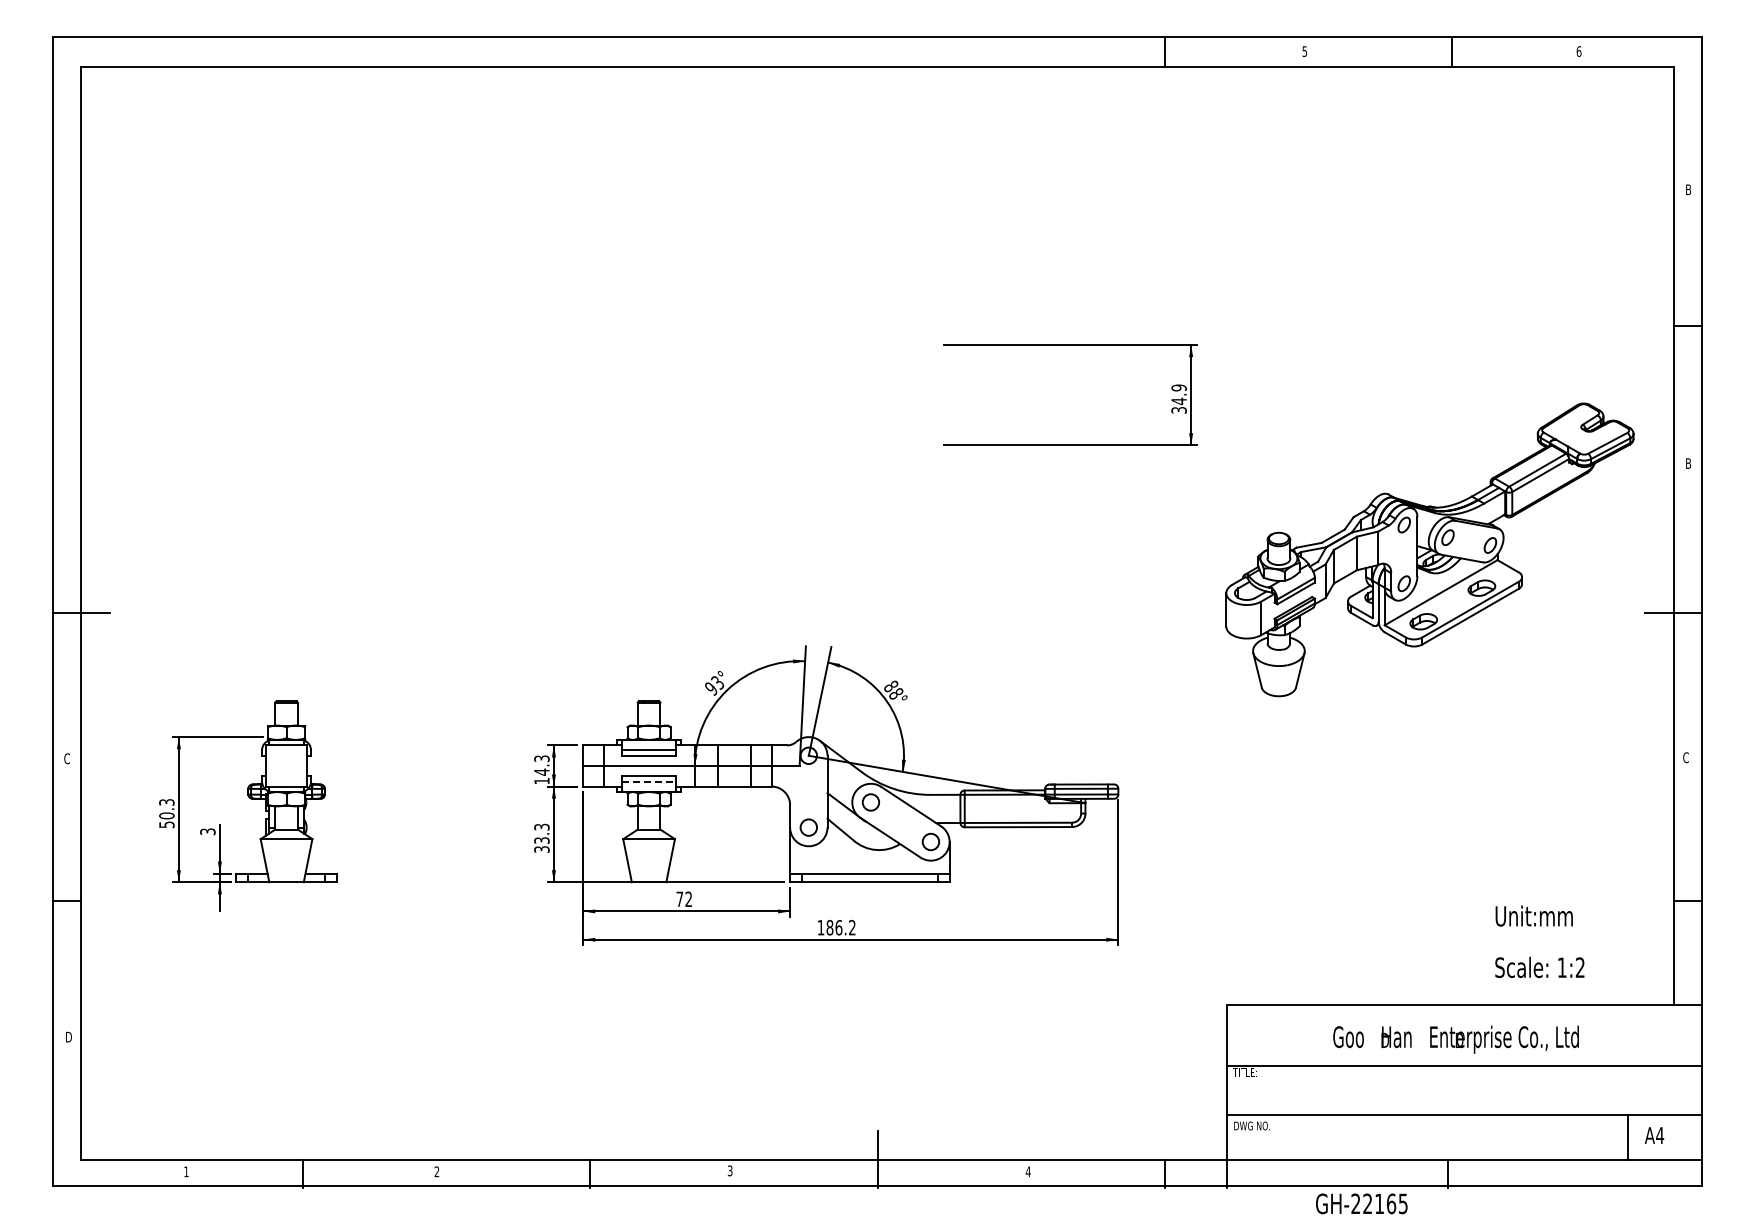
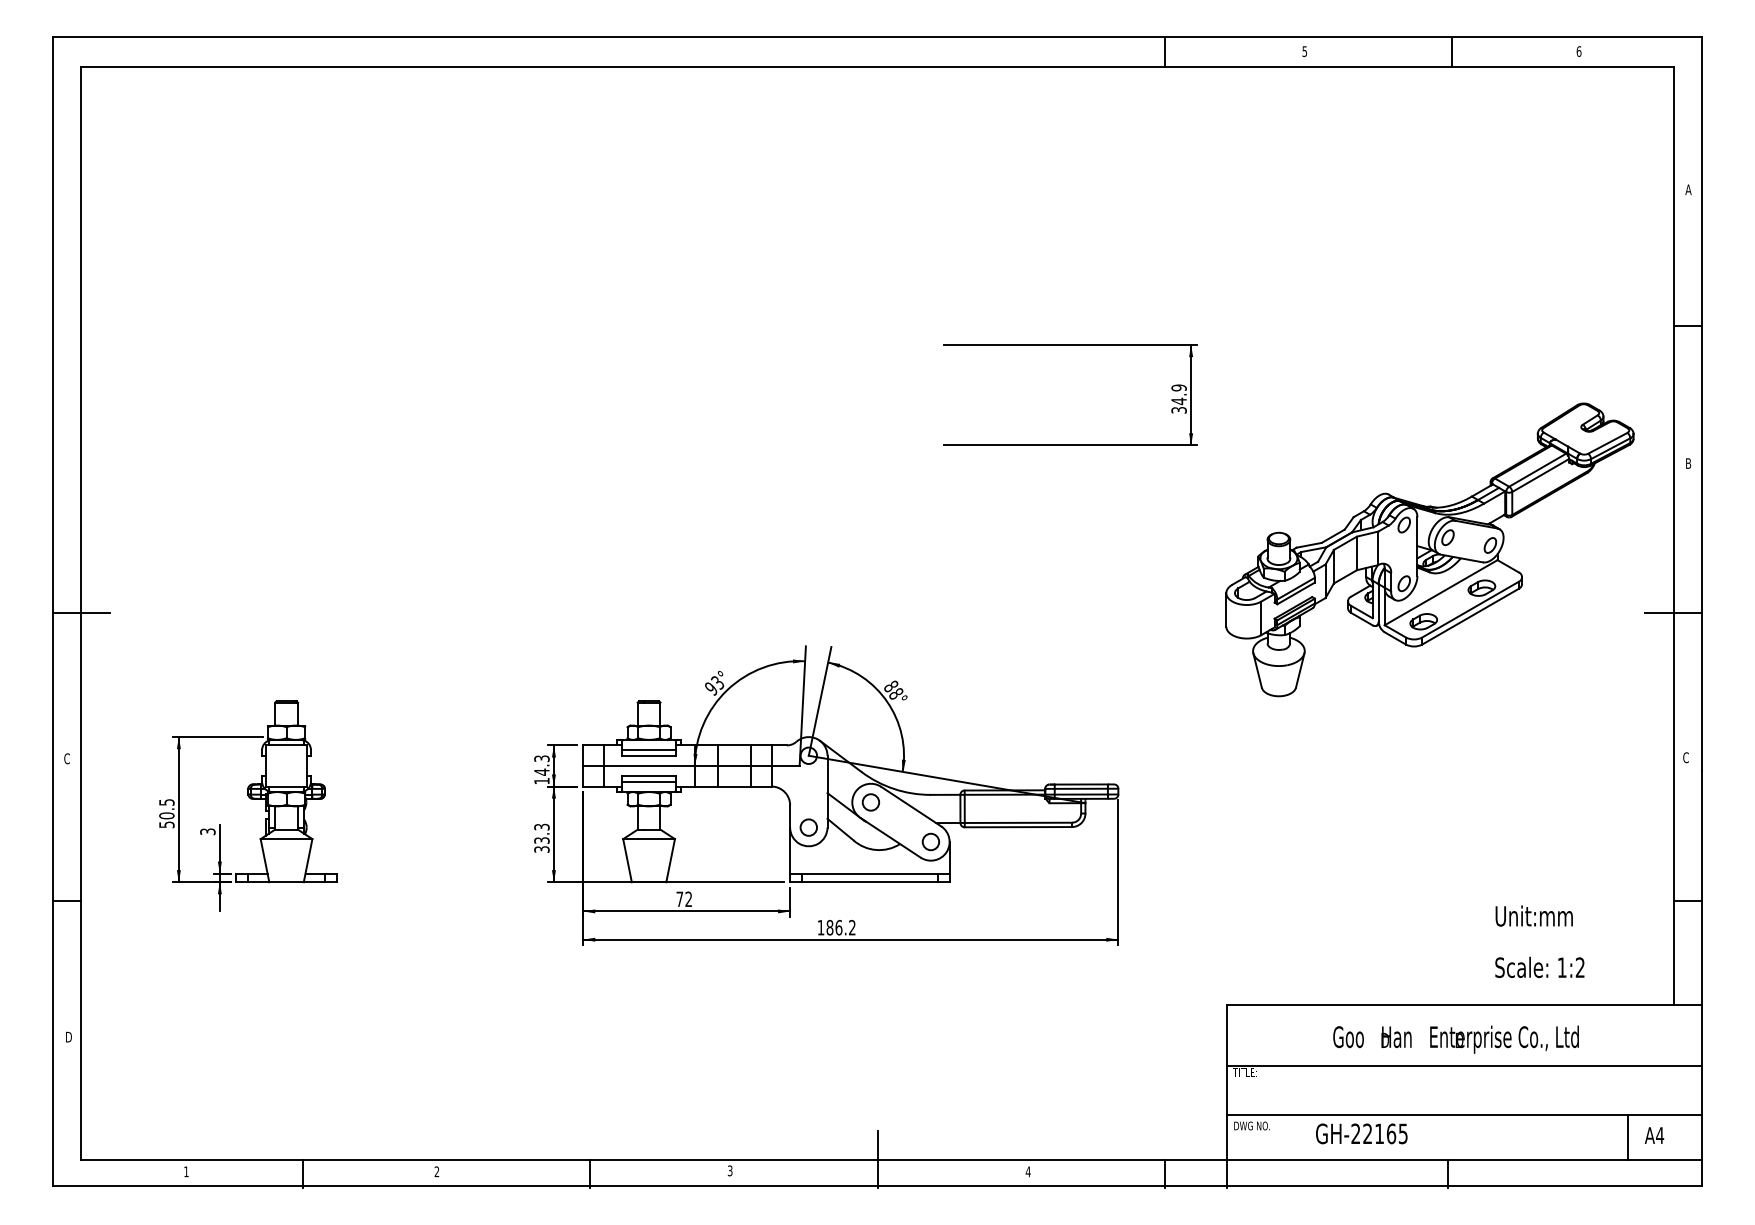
text at (1688, 189): B -> A
line at (648, 781): dashed -> solid
text at (166, 802): 50.3 -> 50.5
text at (1361, 1203) position: (1361, 1203) -> (1361, 1133)
